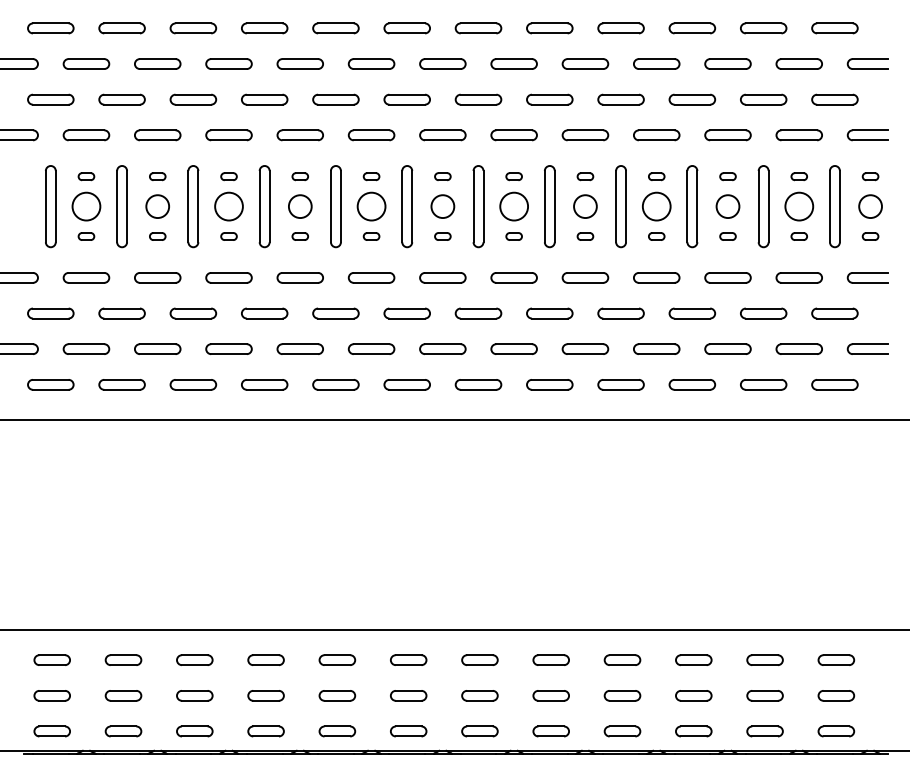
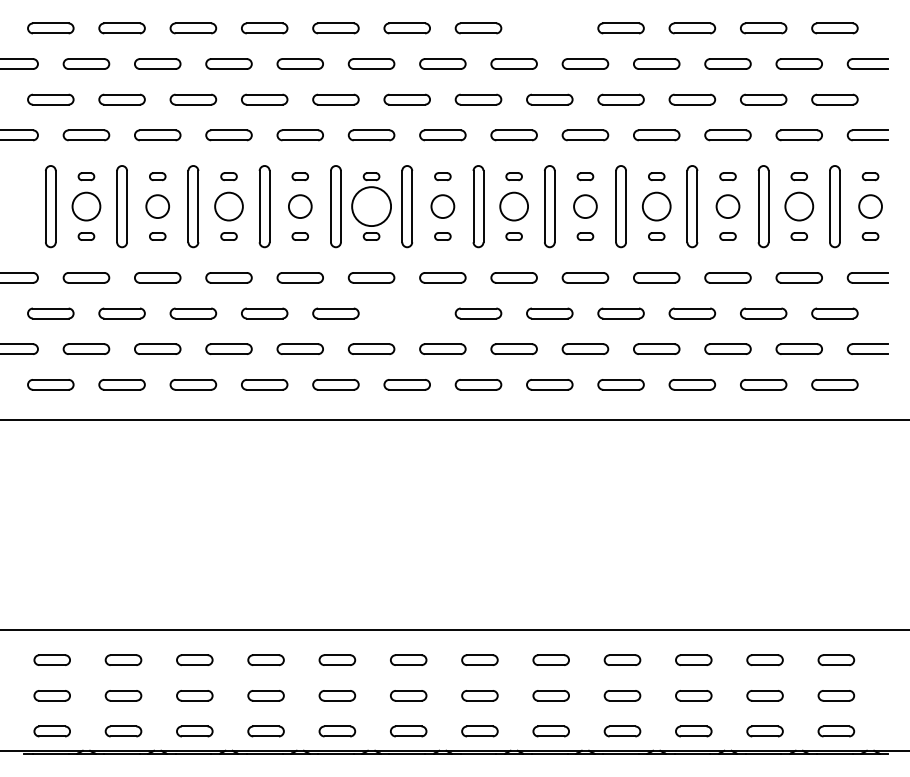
part at (549, 28): present -> none
circle at (371, 206) diameter: 28 px -> 39 px
part at (406, 313): present -> none
